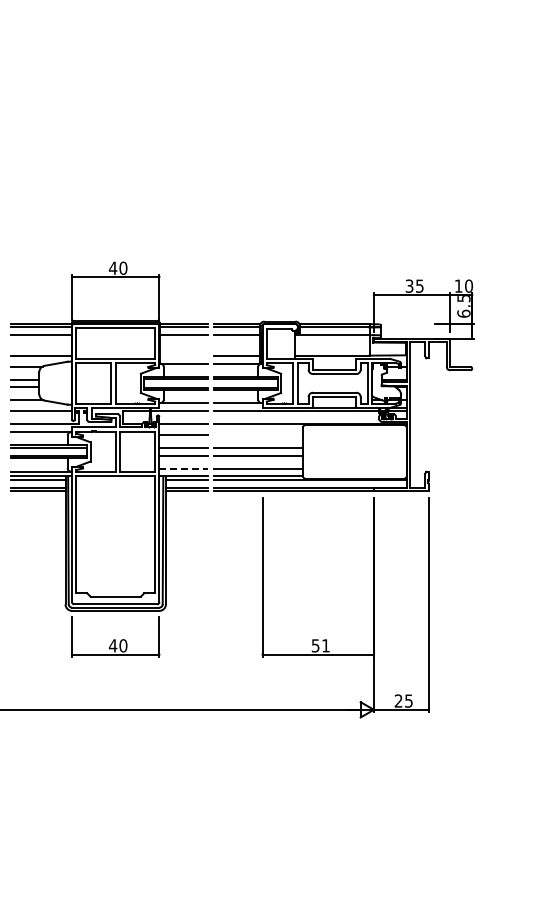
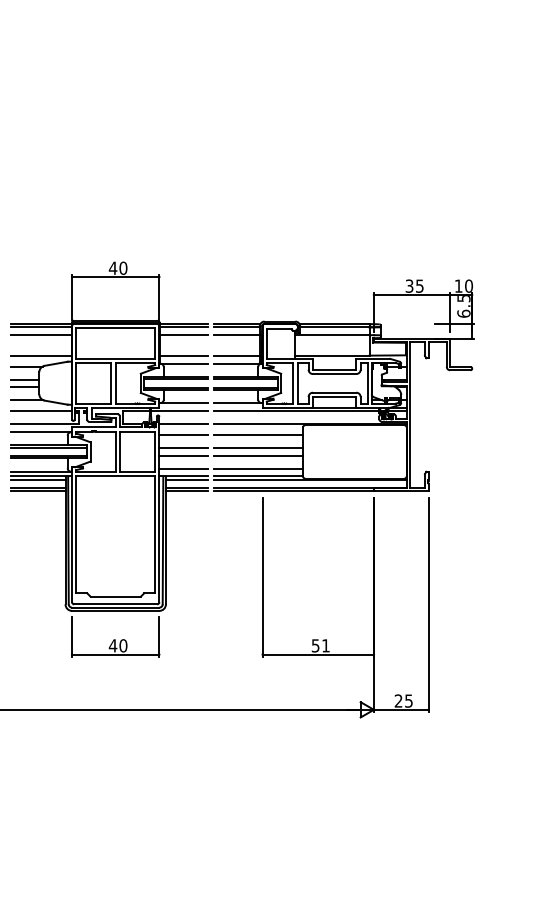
line at (183, 355): none -> present
line at (258, 435): none -> present
line at (184, 468): dashed -> solid
